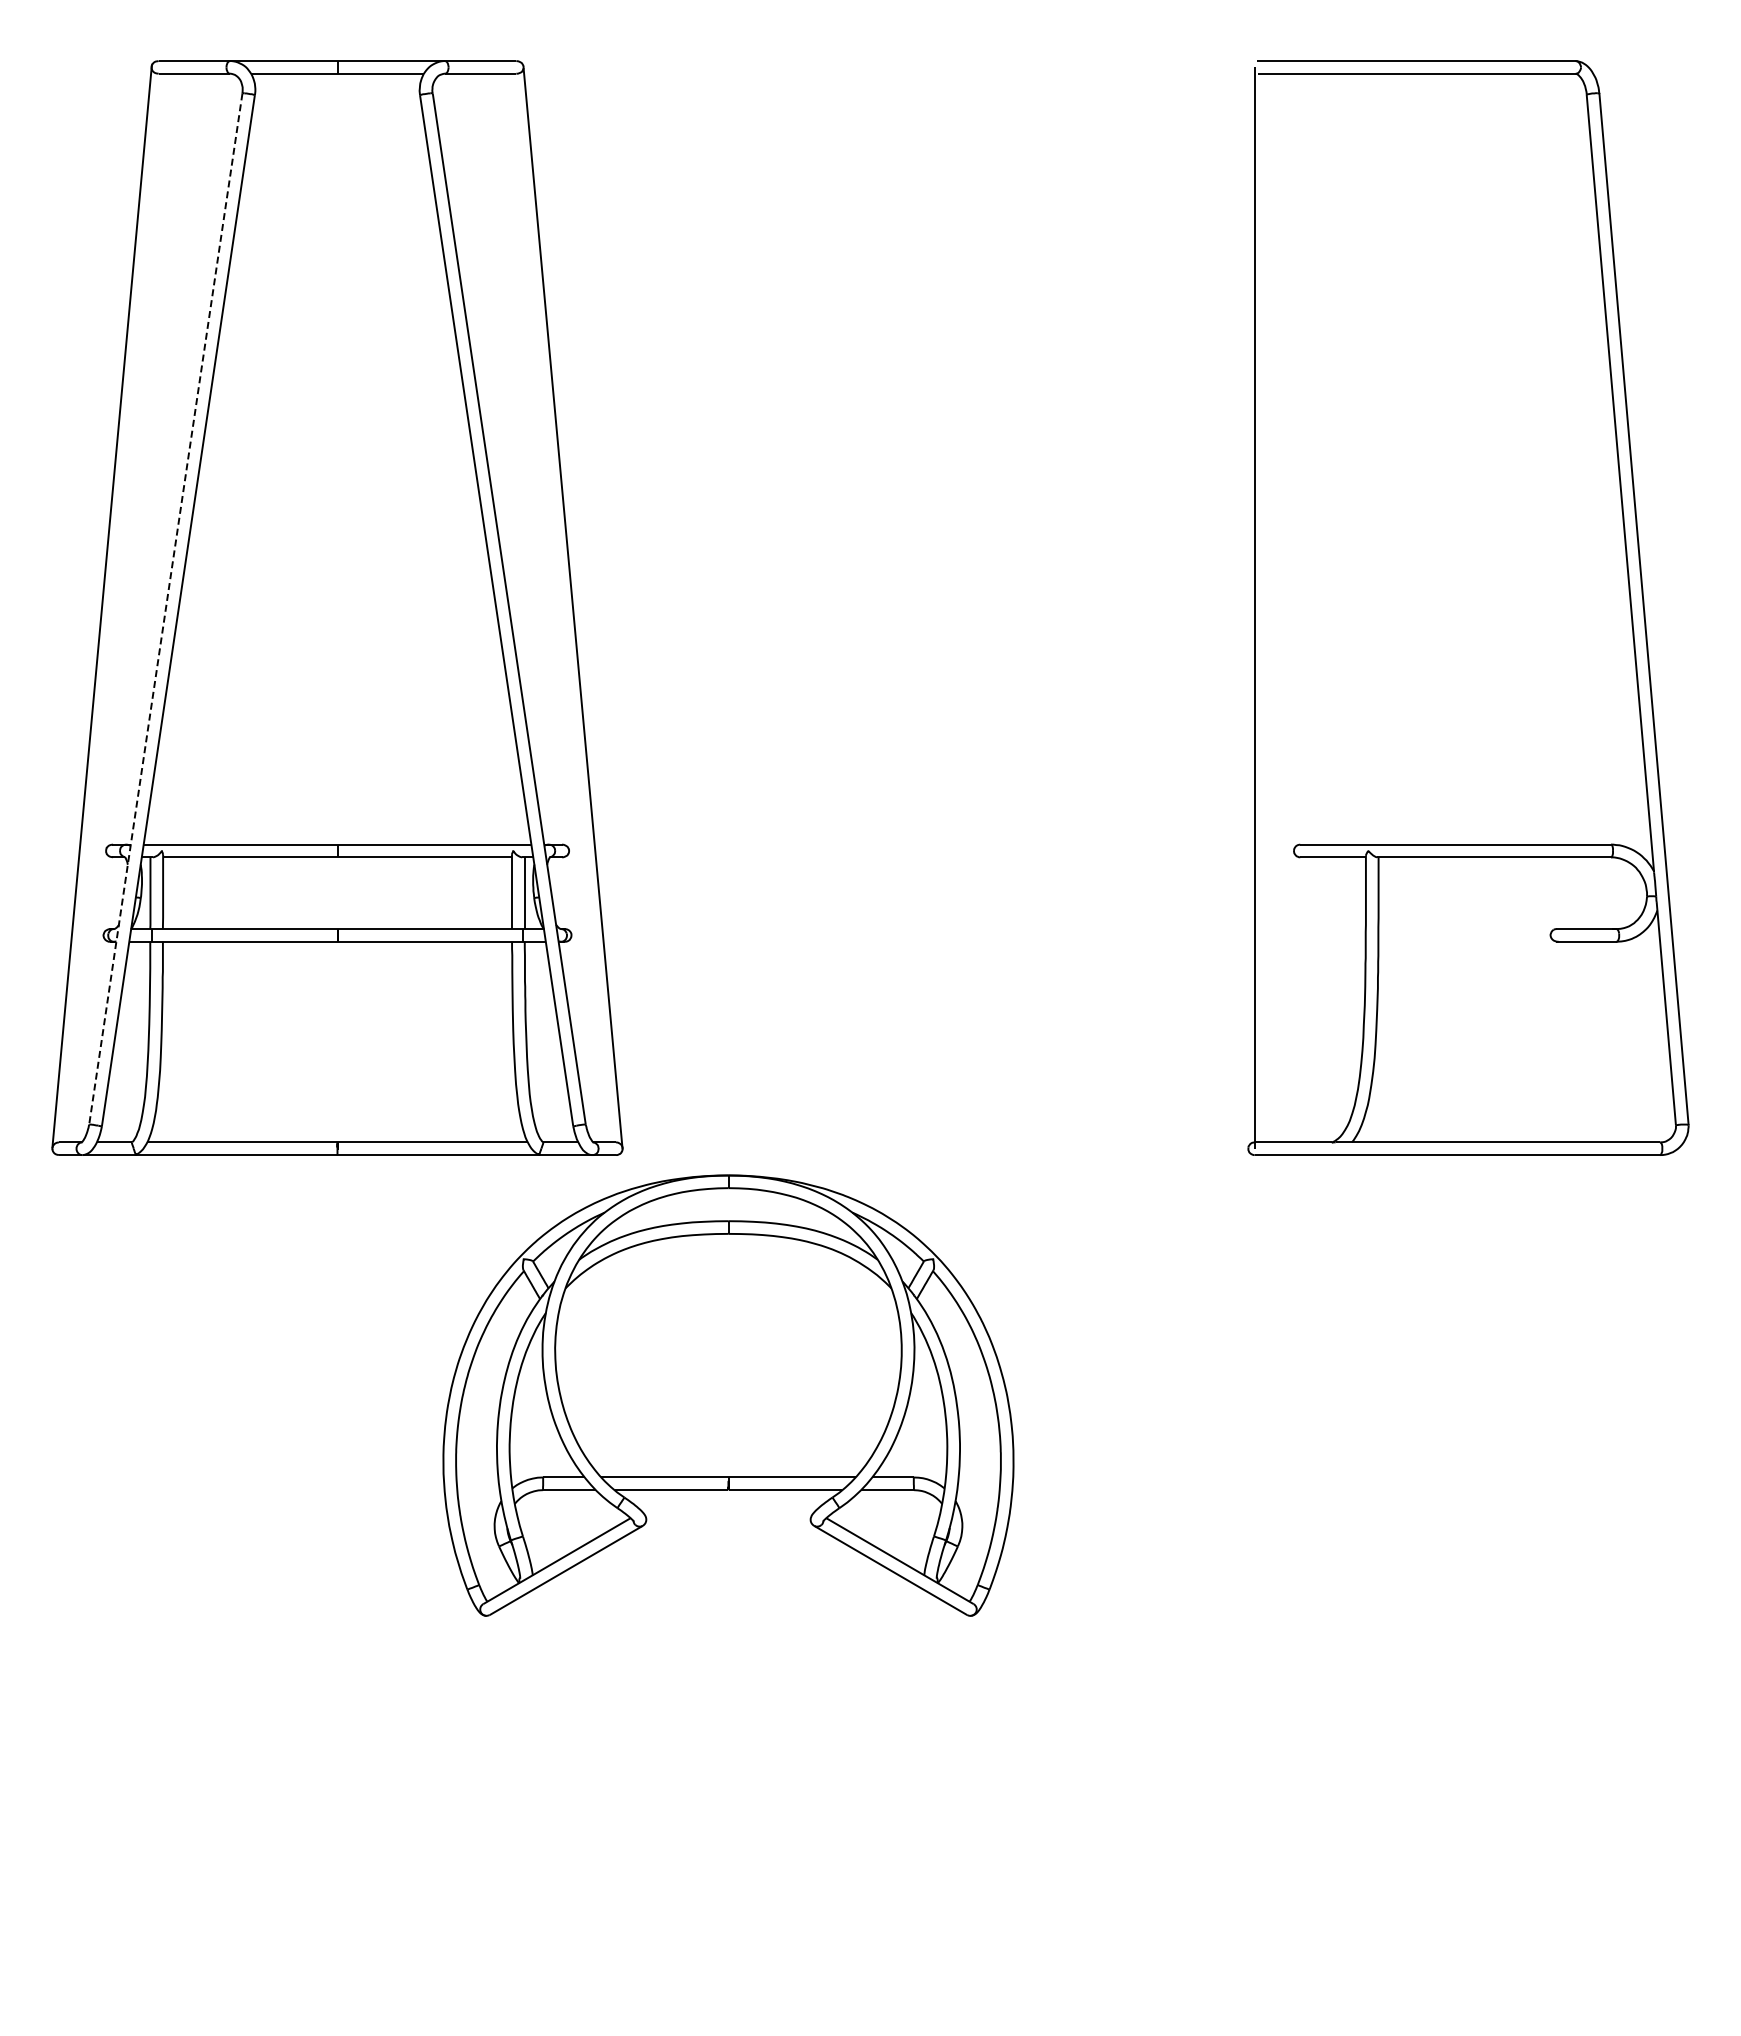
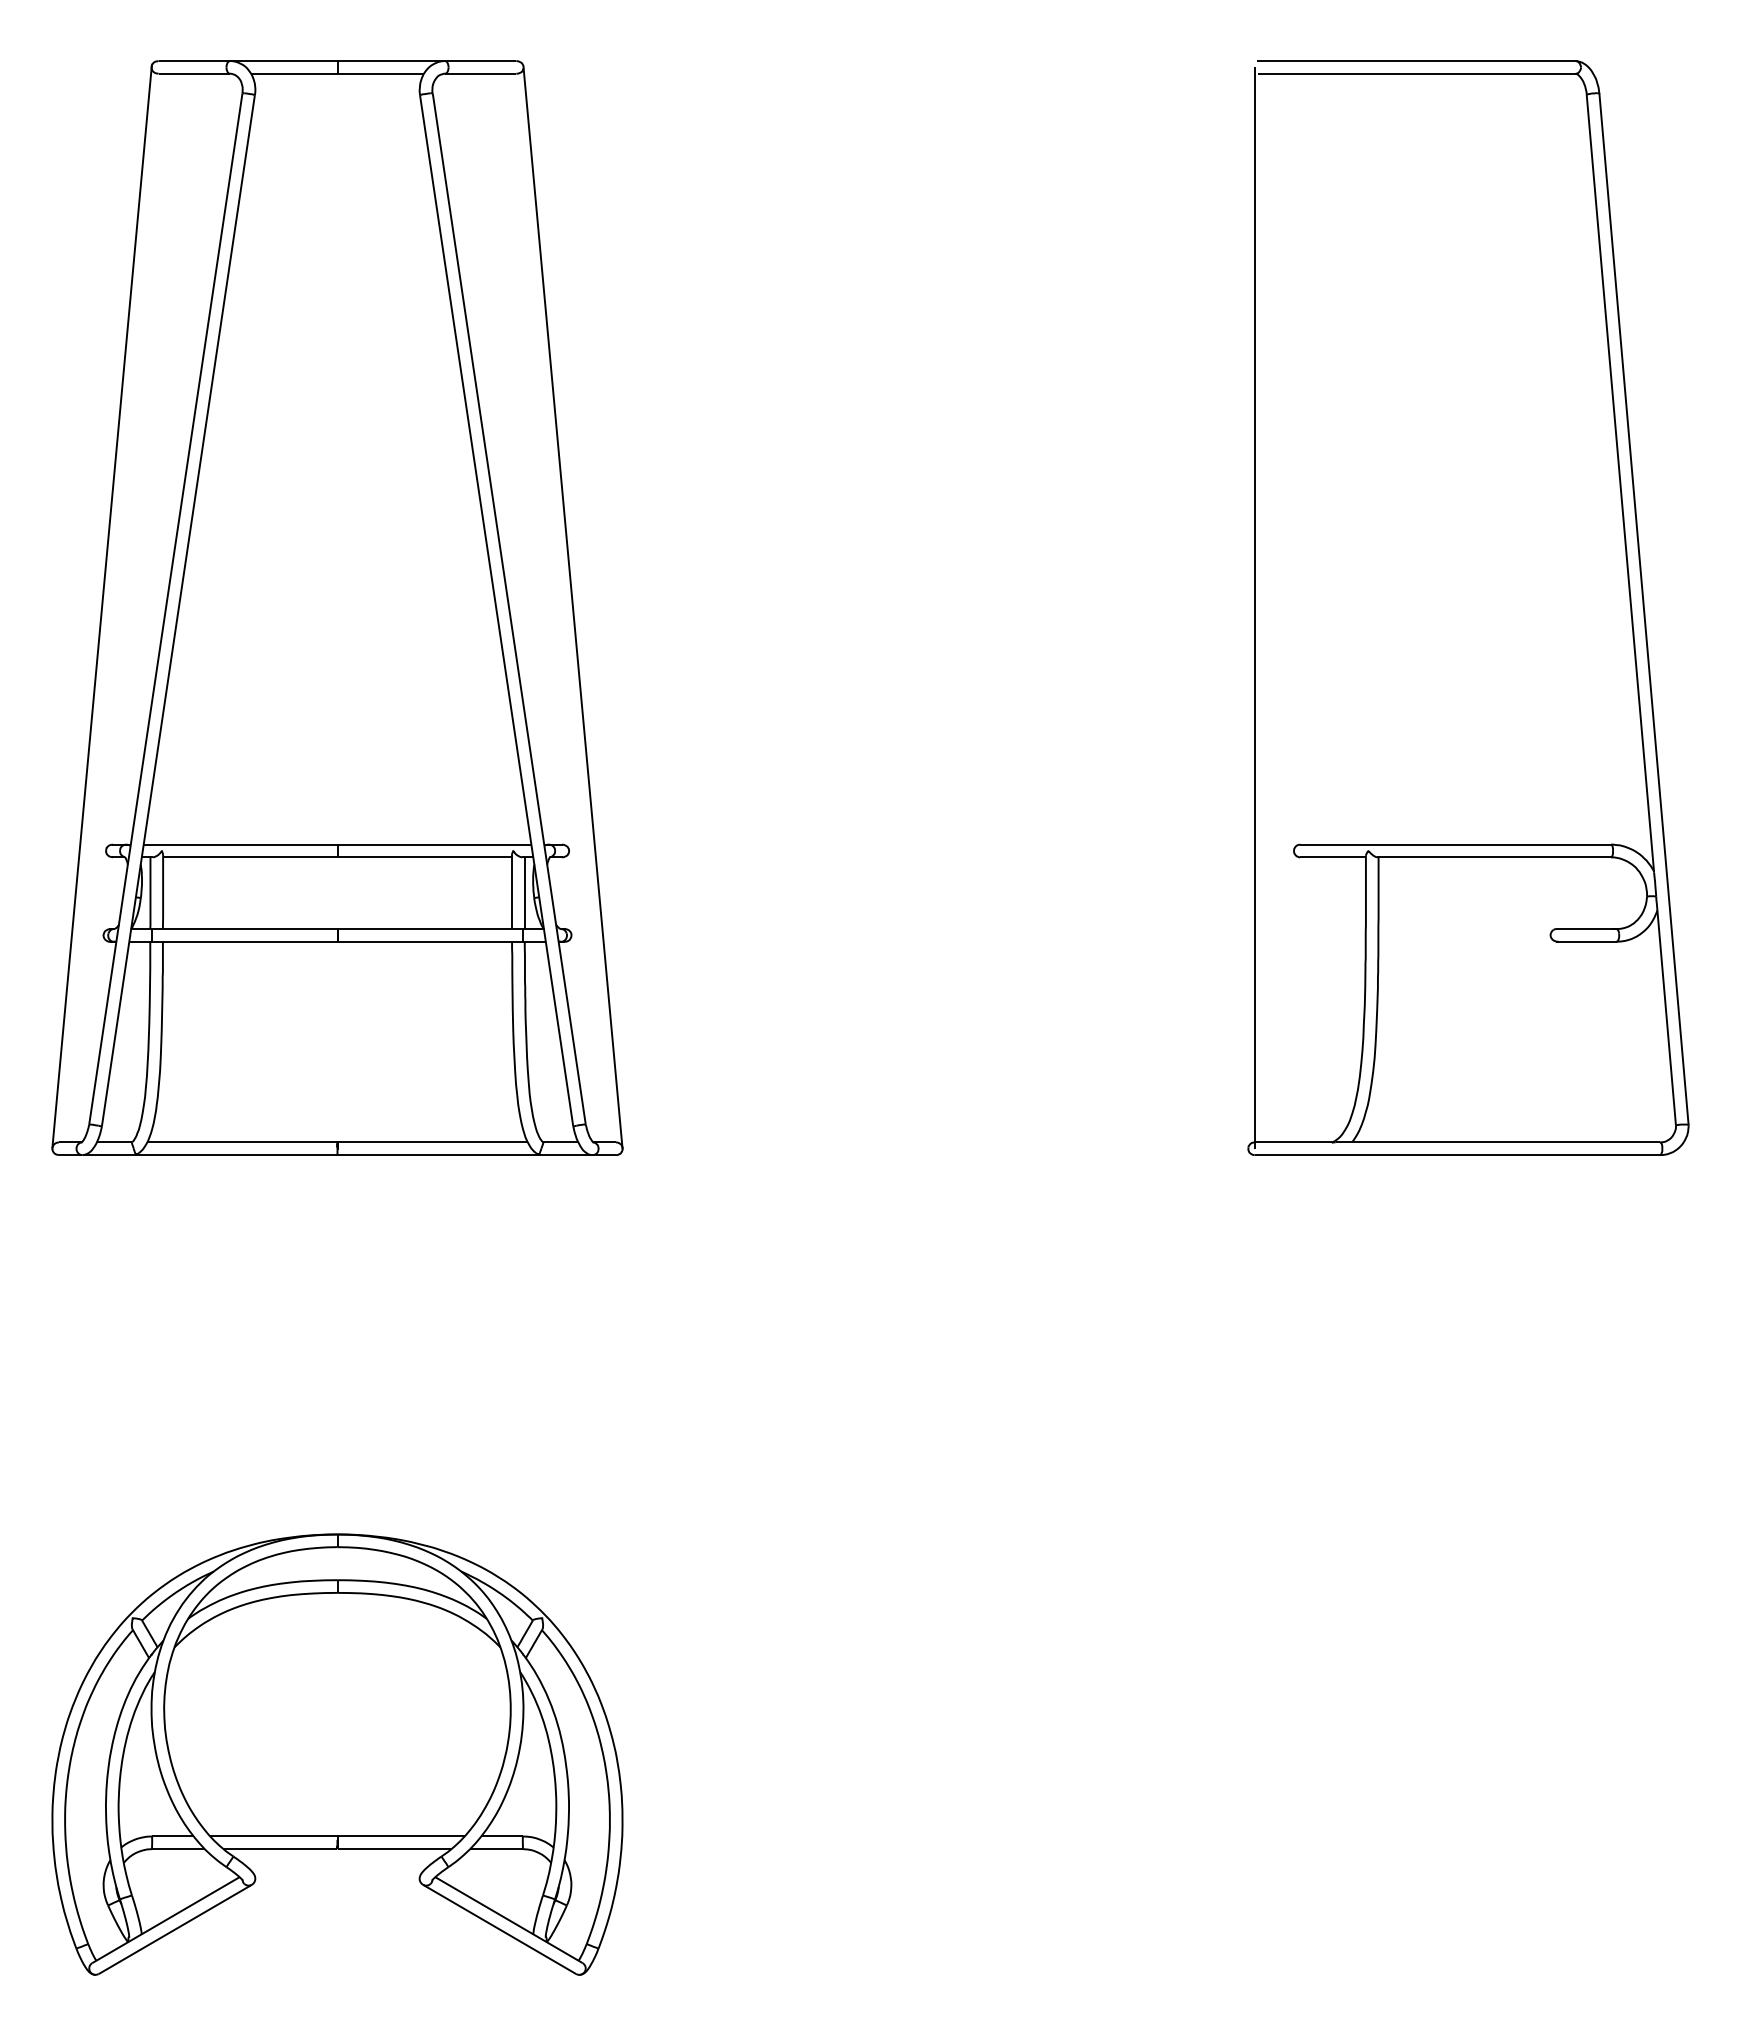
line at (165, 609): dashed -> solid
part at (728, 1395) position: (728, 1395) -> (337, 1754)
